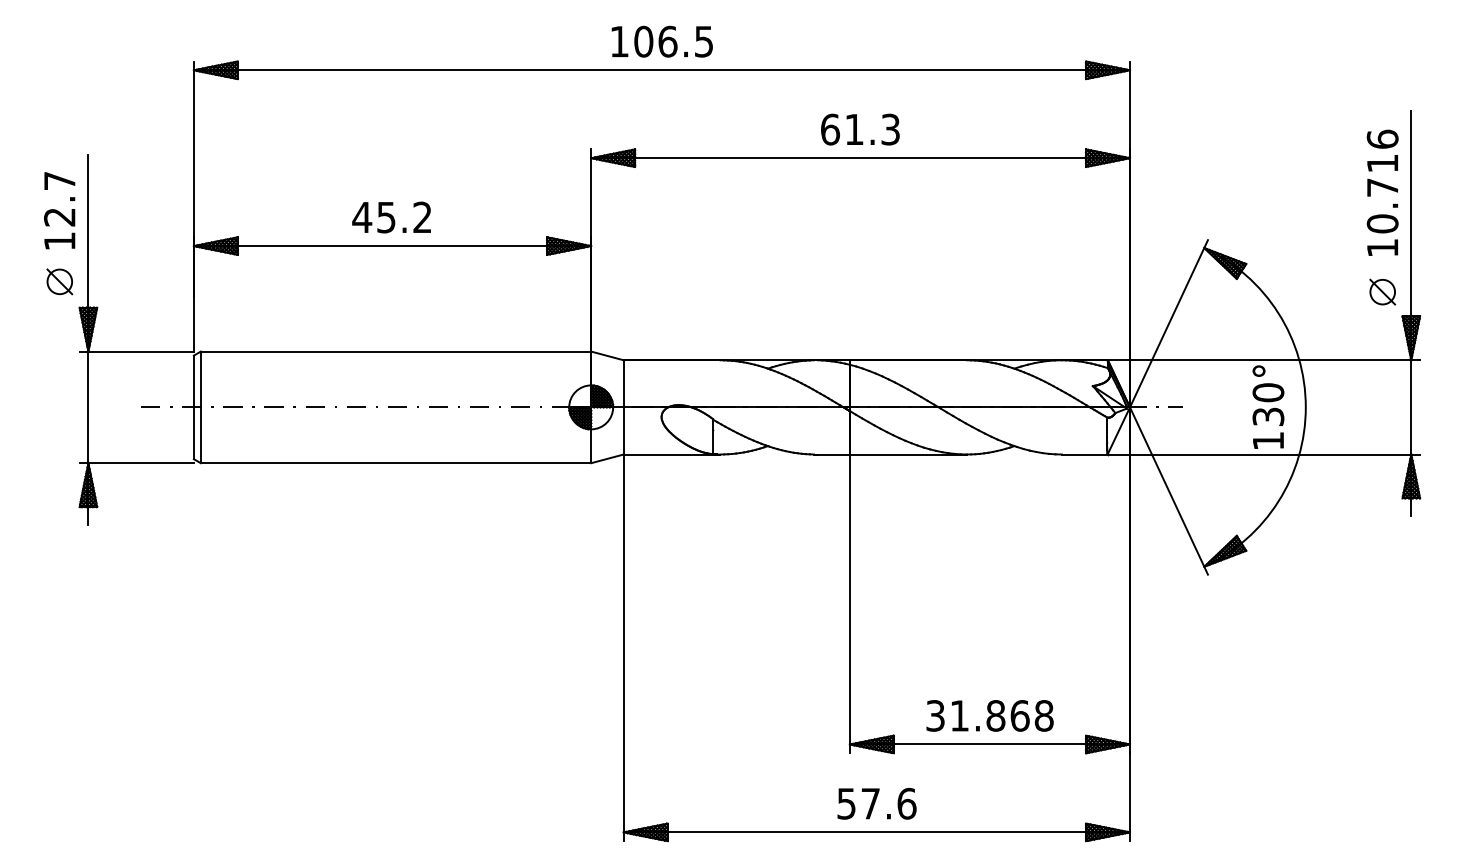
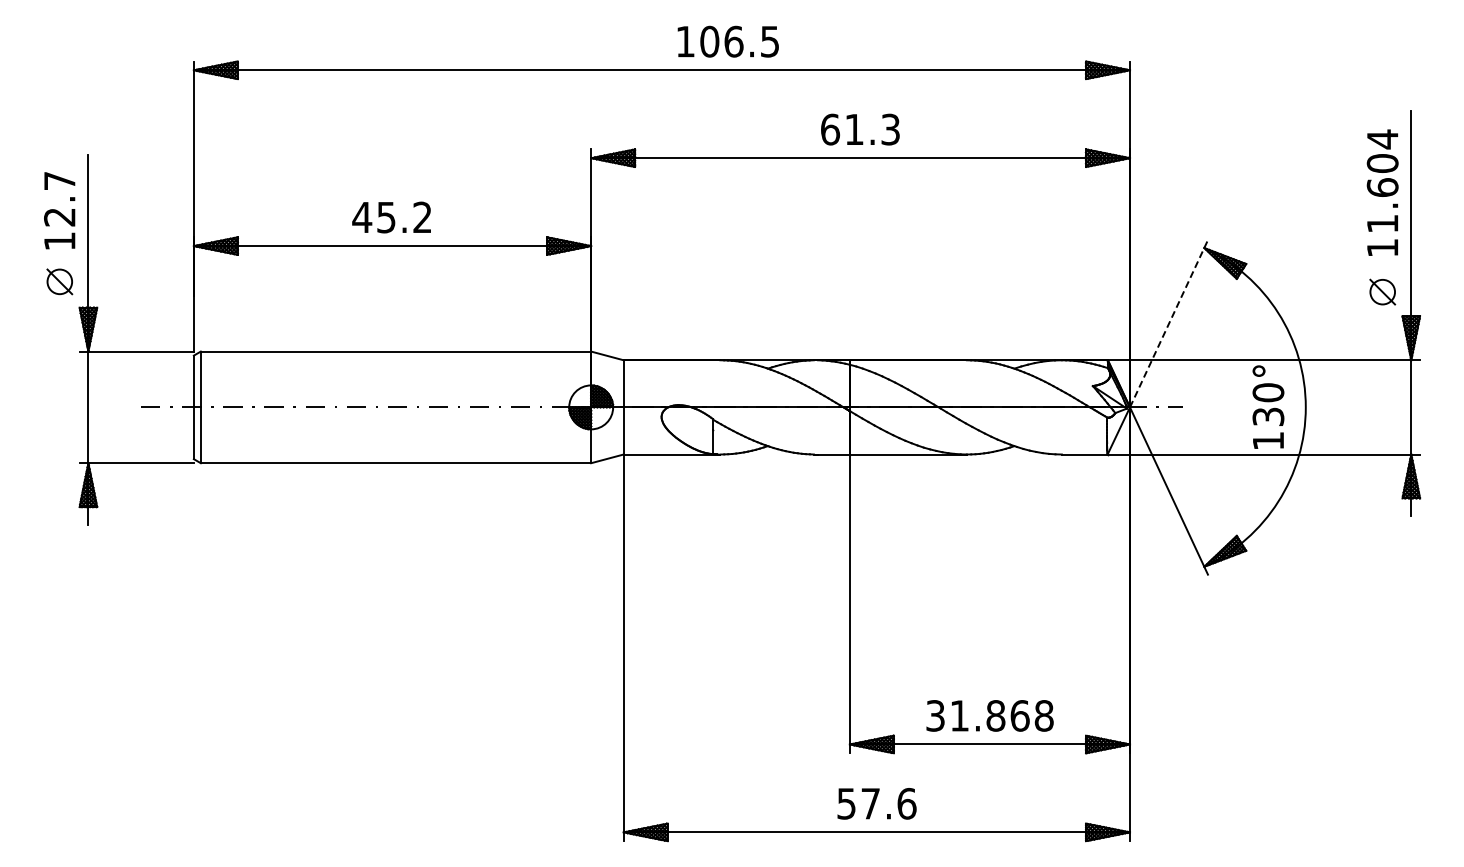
text at (661, 41) position: (661, 41) -> (727, 41)
text at (1382, 181): 10.716 -> 11.604
line at (1169, 323): solid -> dashed
